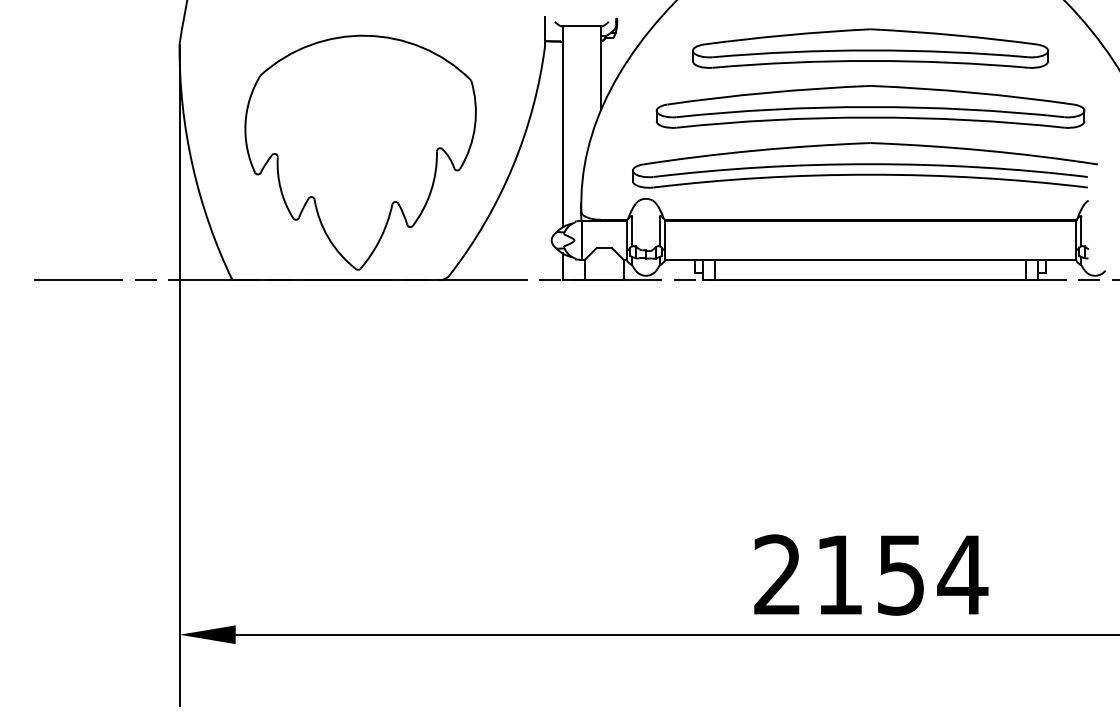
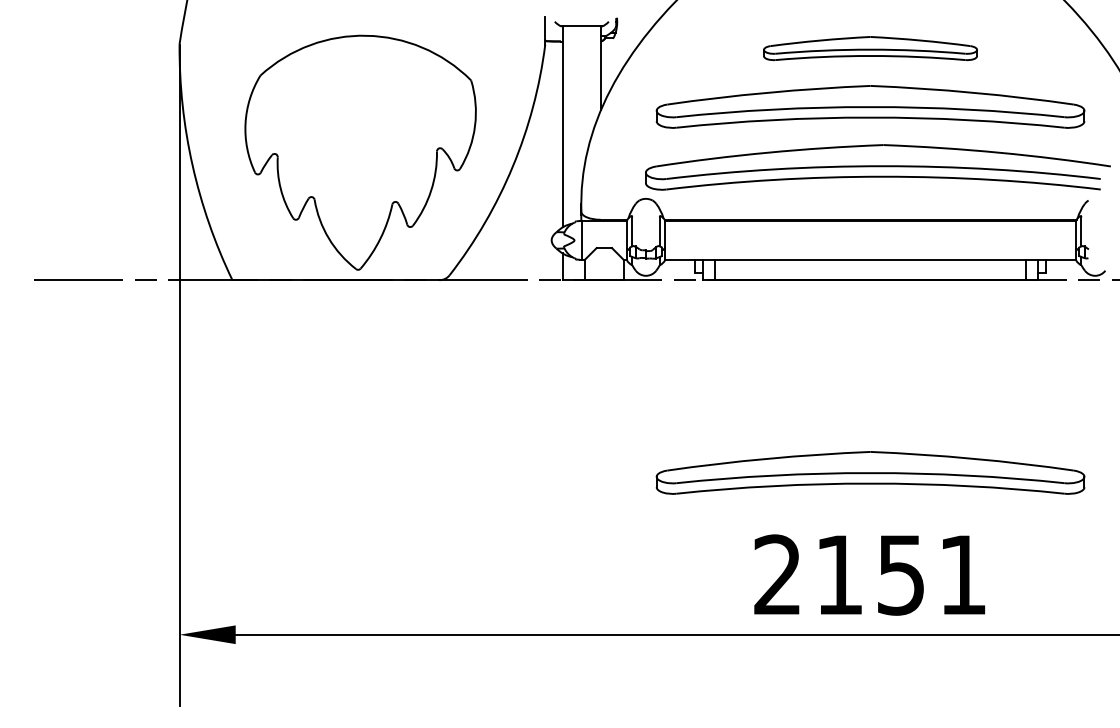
part at (870, 48) size: 357x41 px -> 215x26 px
part at (864, 165) position: (864, 165) -> (877, 167)
part at (870, 472): none -> present
text at (962, 574): 2154 -> 2151
